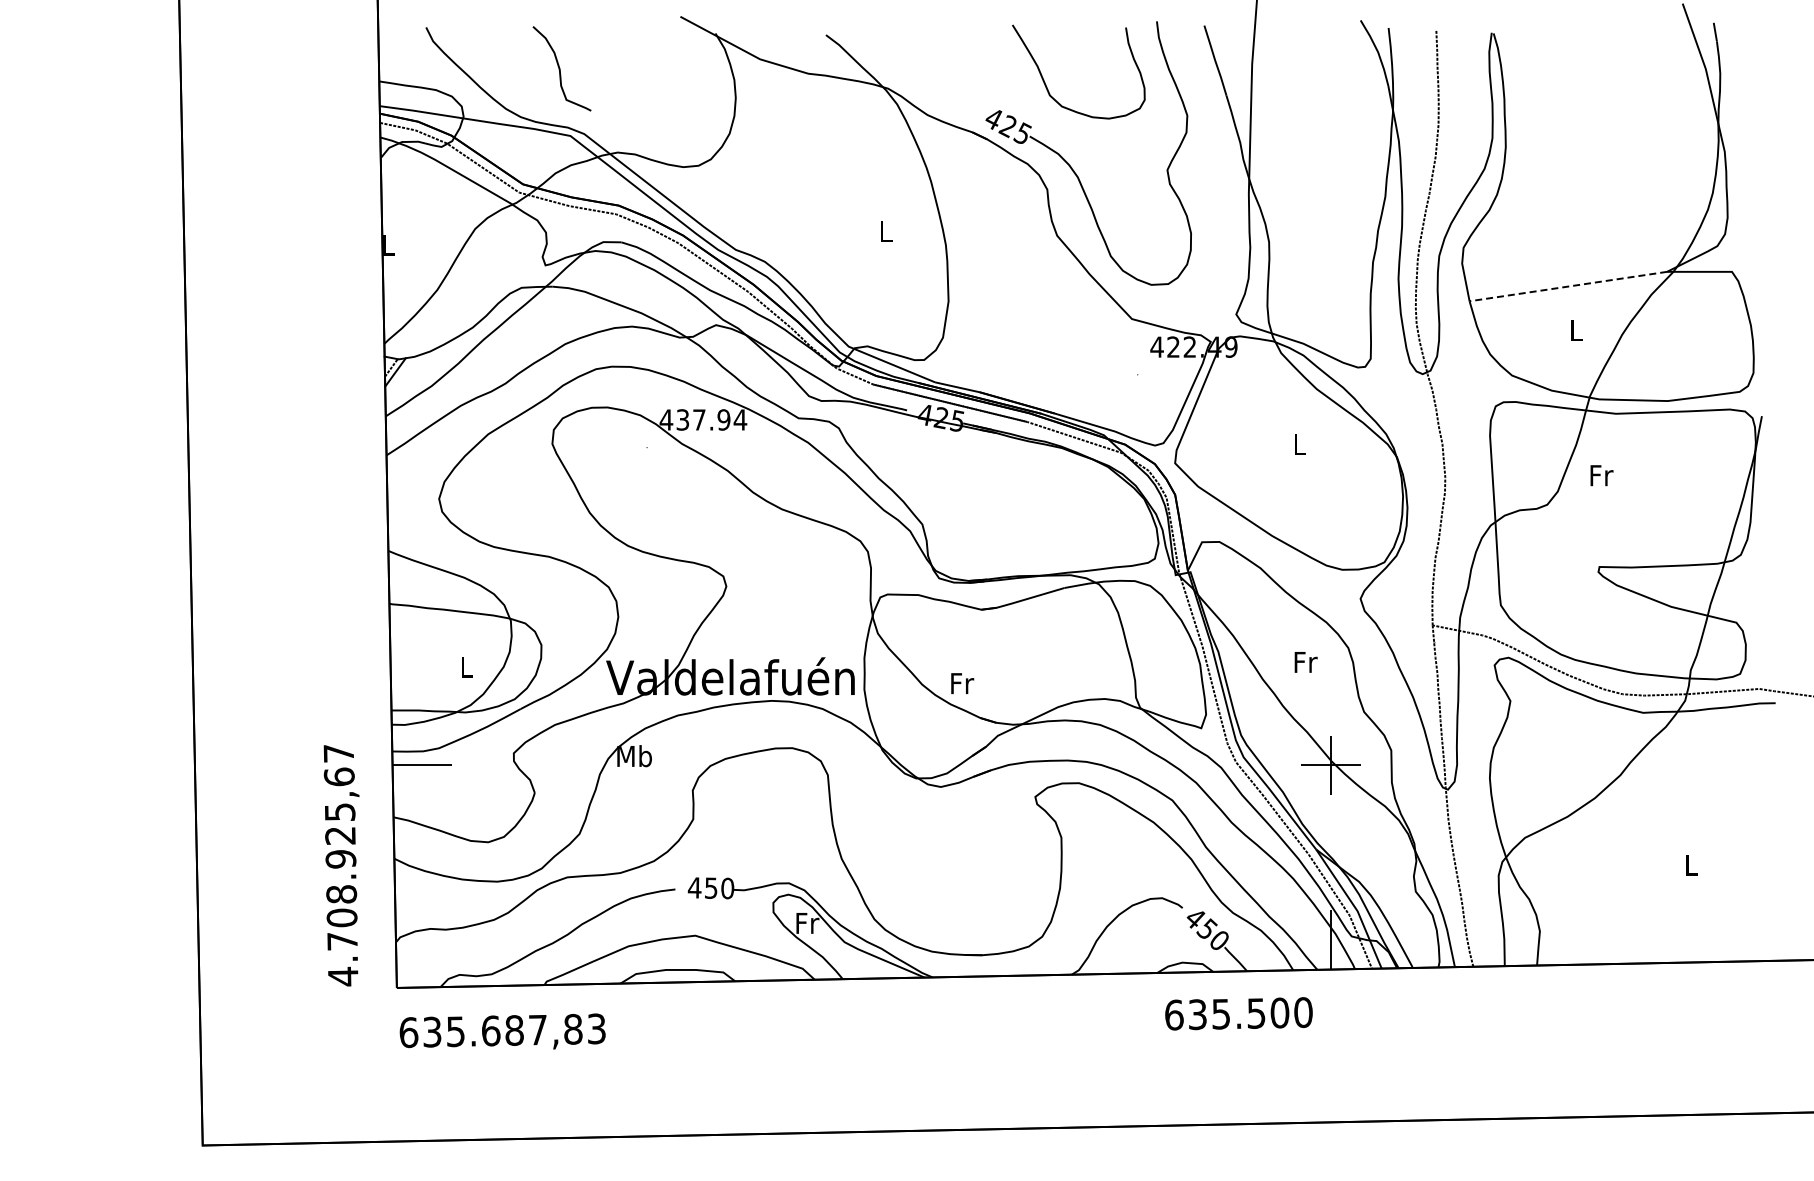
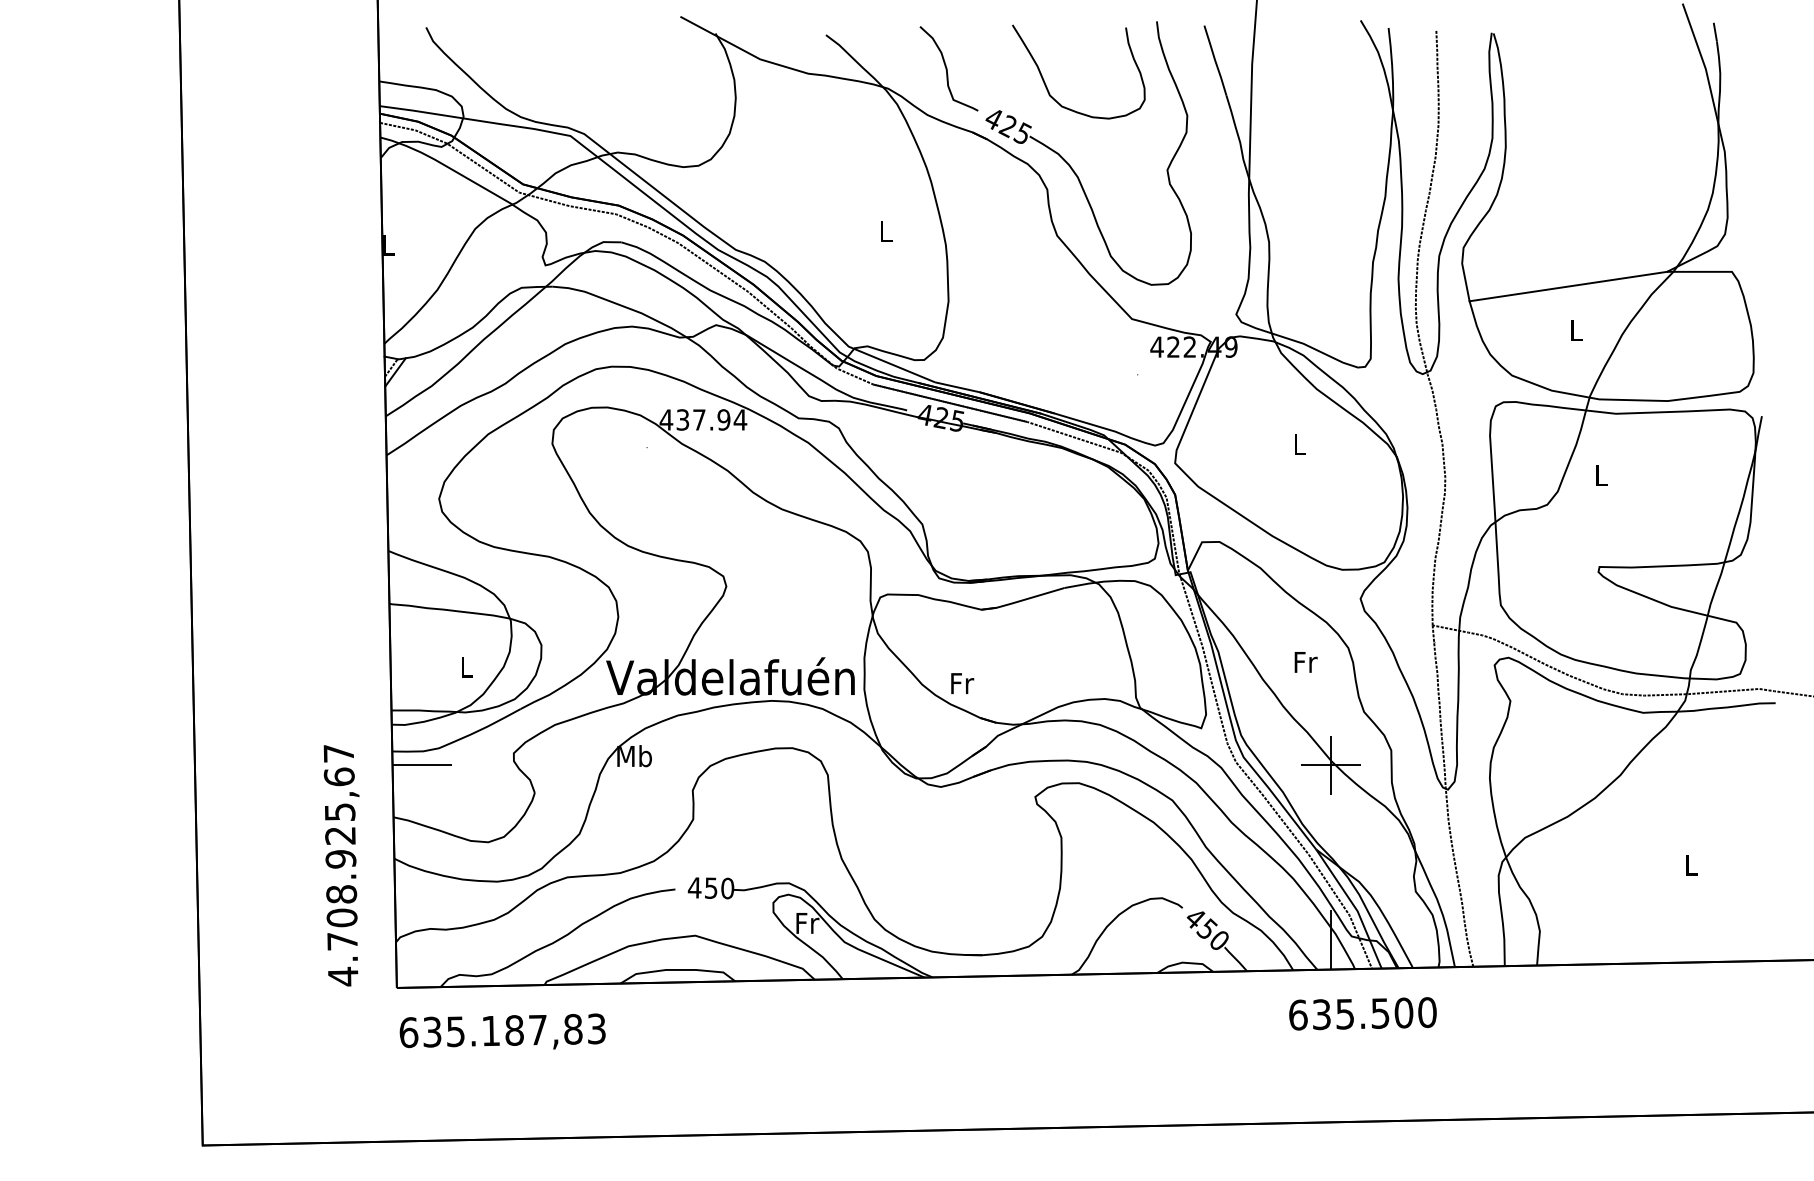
curve at (560, 68) position: (560, 68) -> (947, 68)
line at (1568, 286): dashed -> solid
text at (1601, 475): Fr -> L
text at (1238, 1013) position: (1238, 1013) -> (1362, 1013)
text at (491, 1030): 635.687,83 -> 635.187,83
